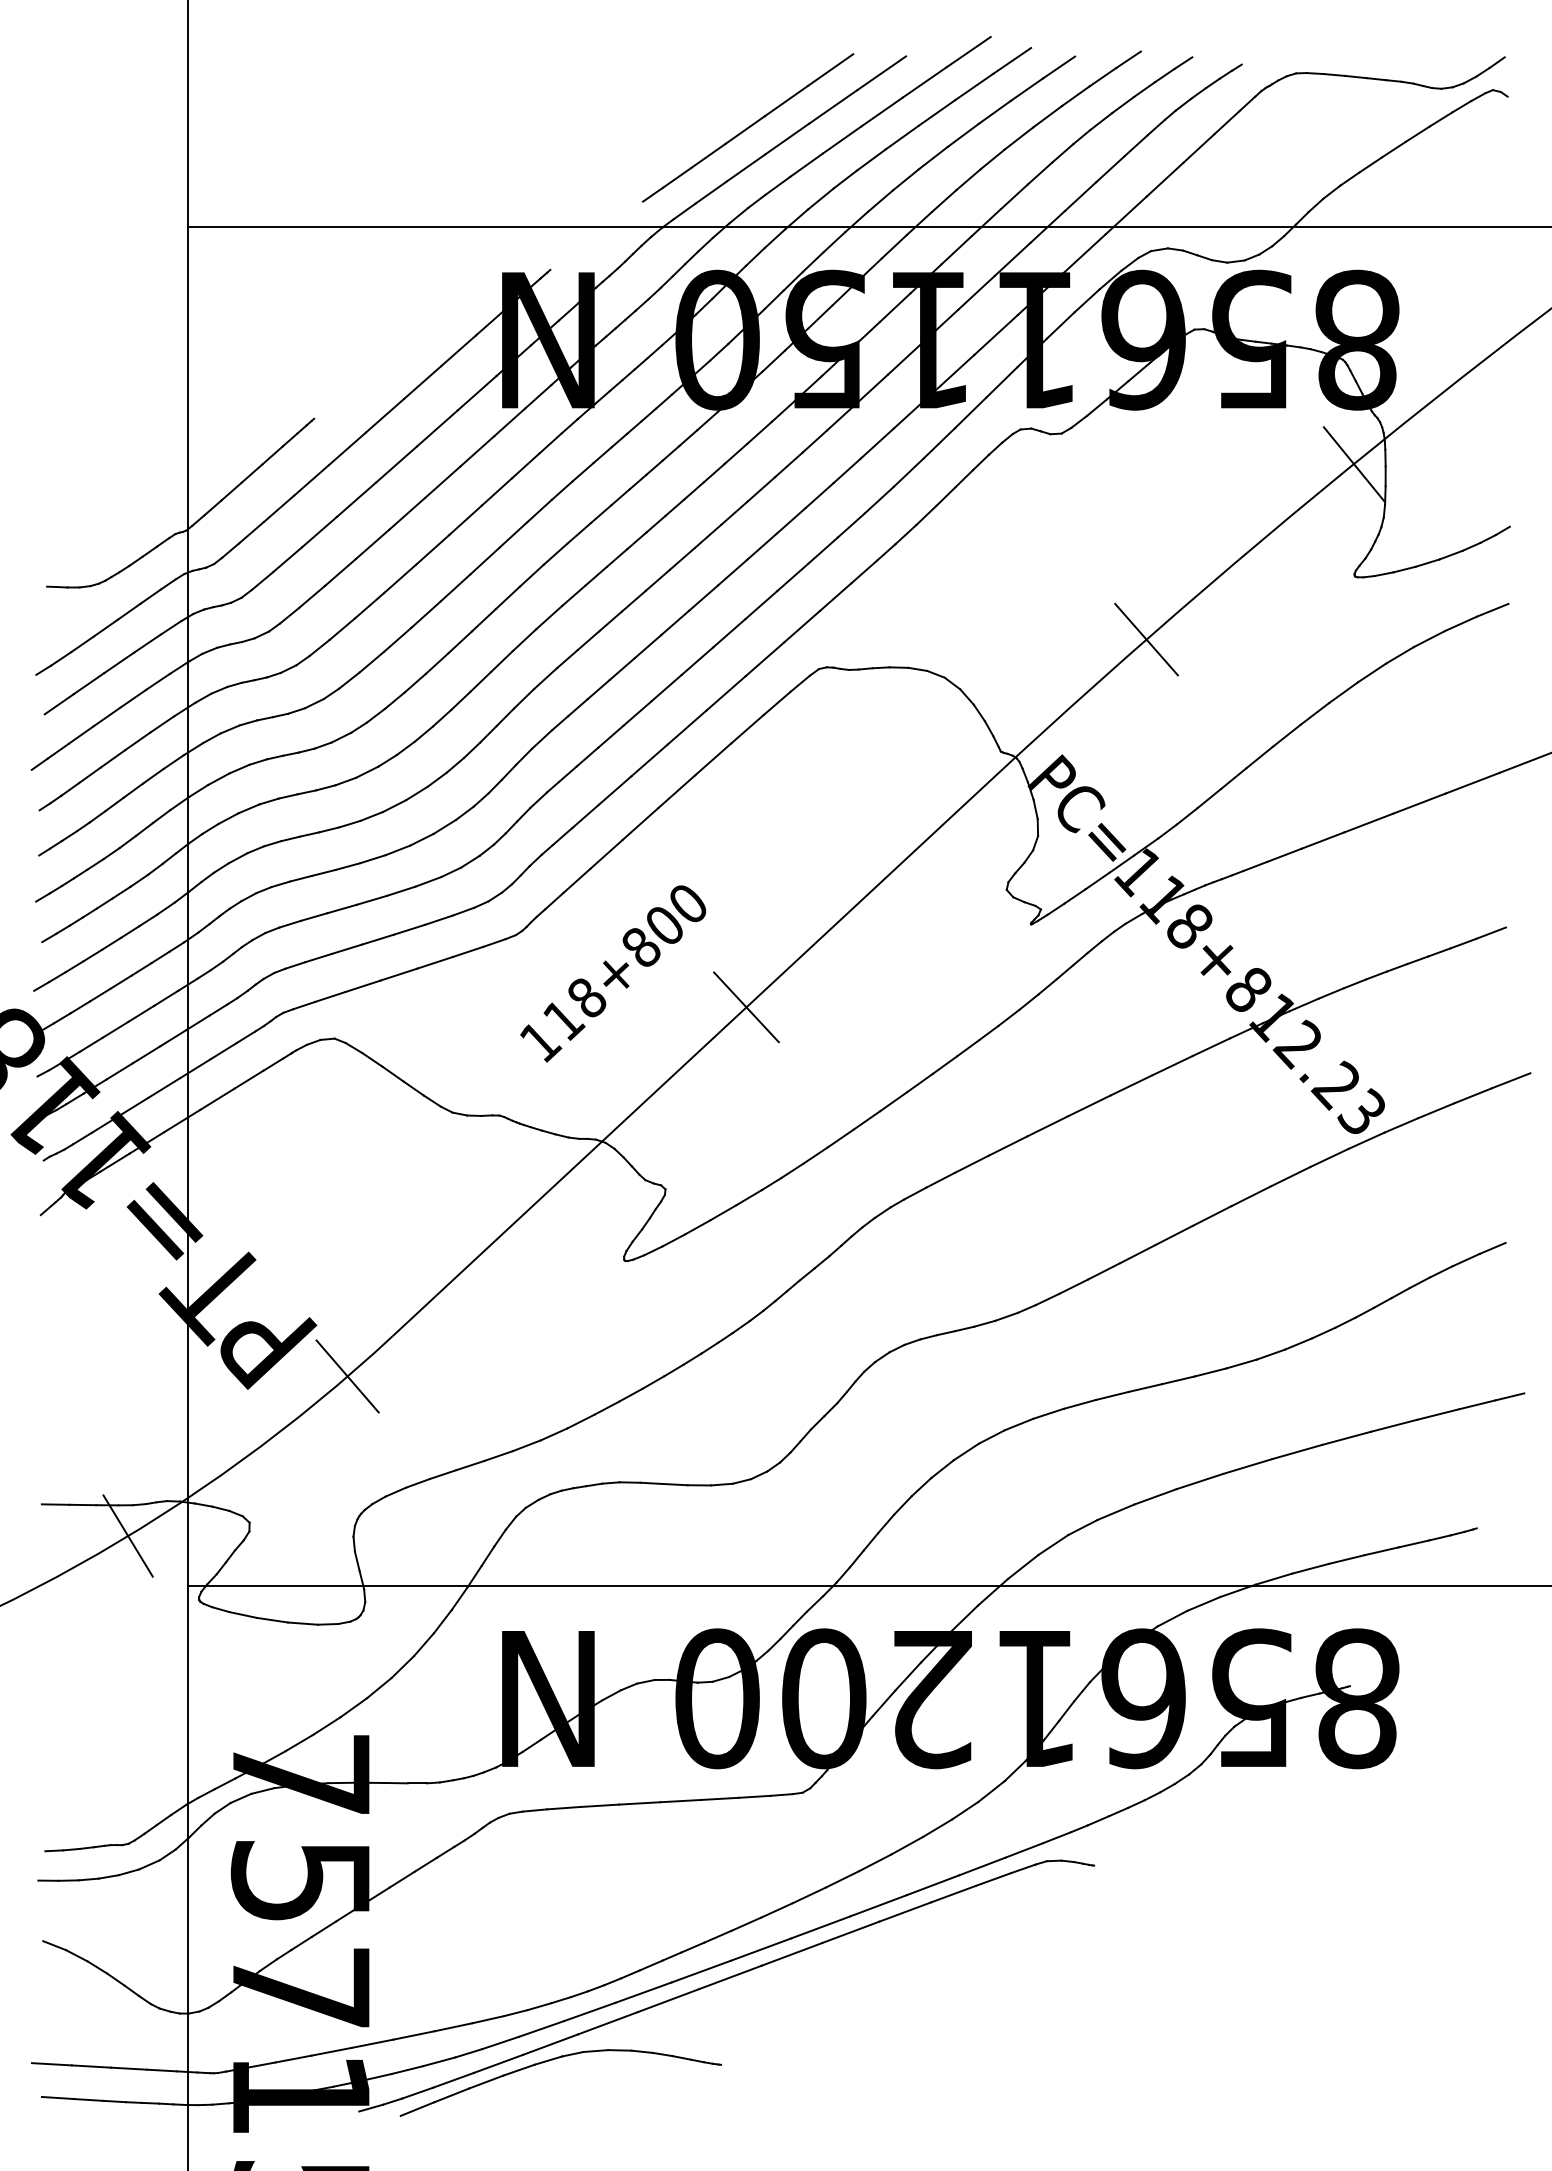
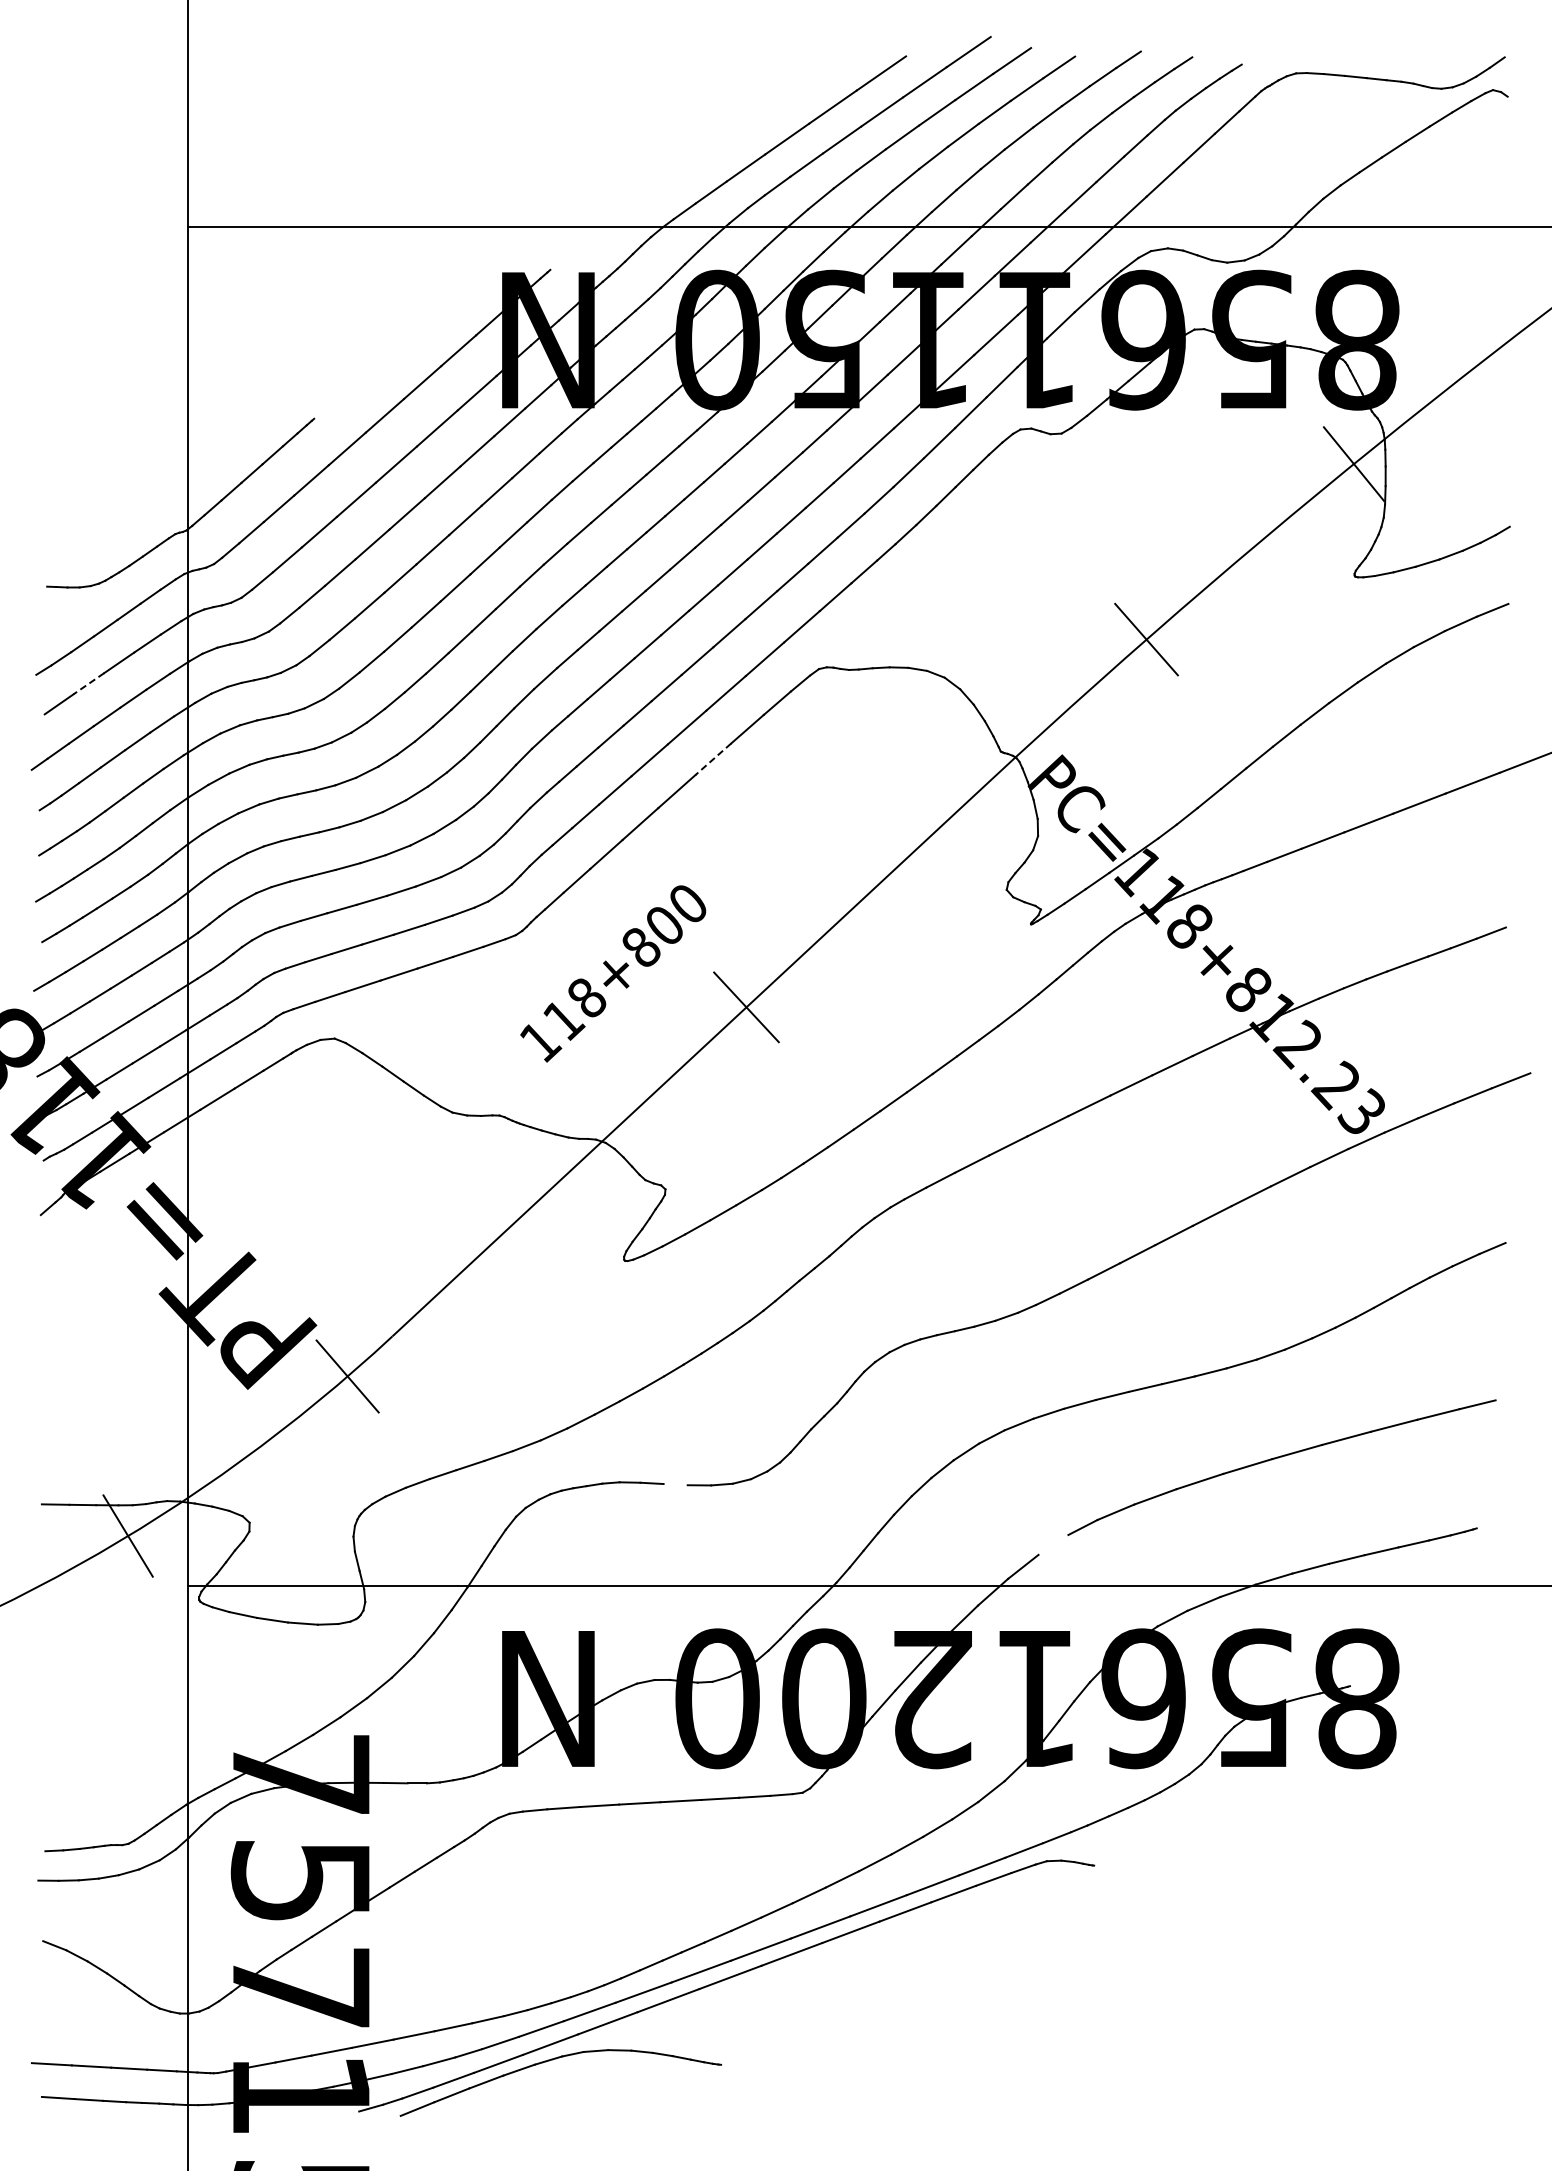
line at (748, 127): present -> none
line at (88, 683): solid -> dashed
line at (713, 759): solid -> dashed
line at (1509, 1396): present -> none
line at (675, 1484): present -> none
line at (1053, 1544): present -> none
